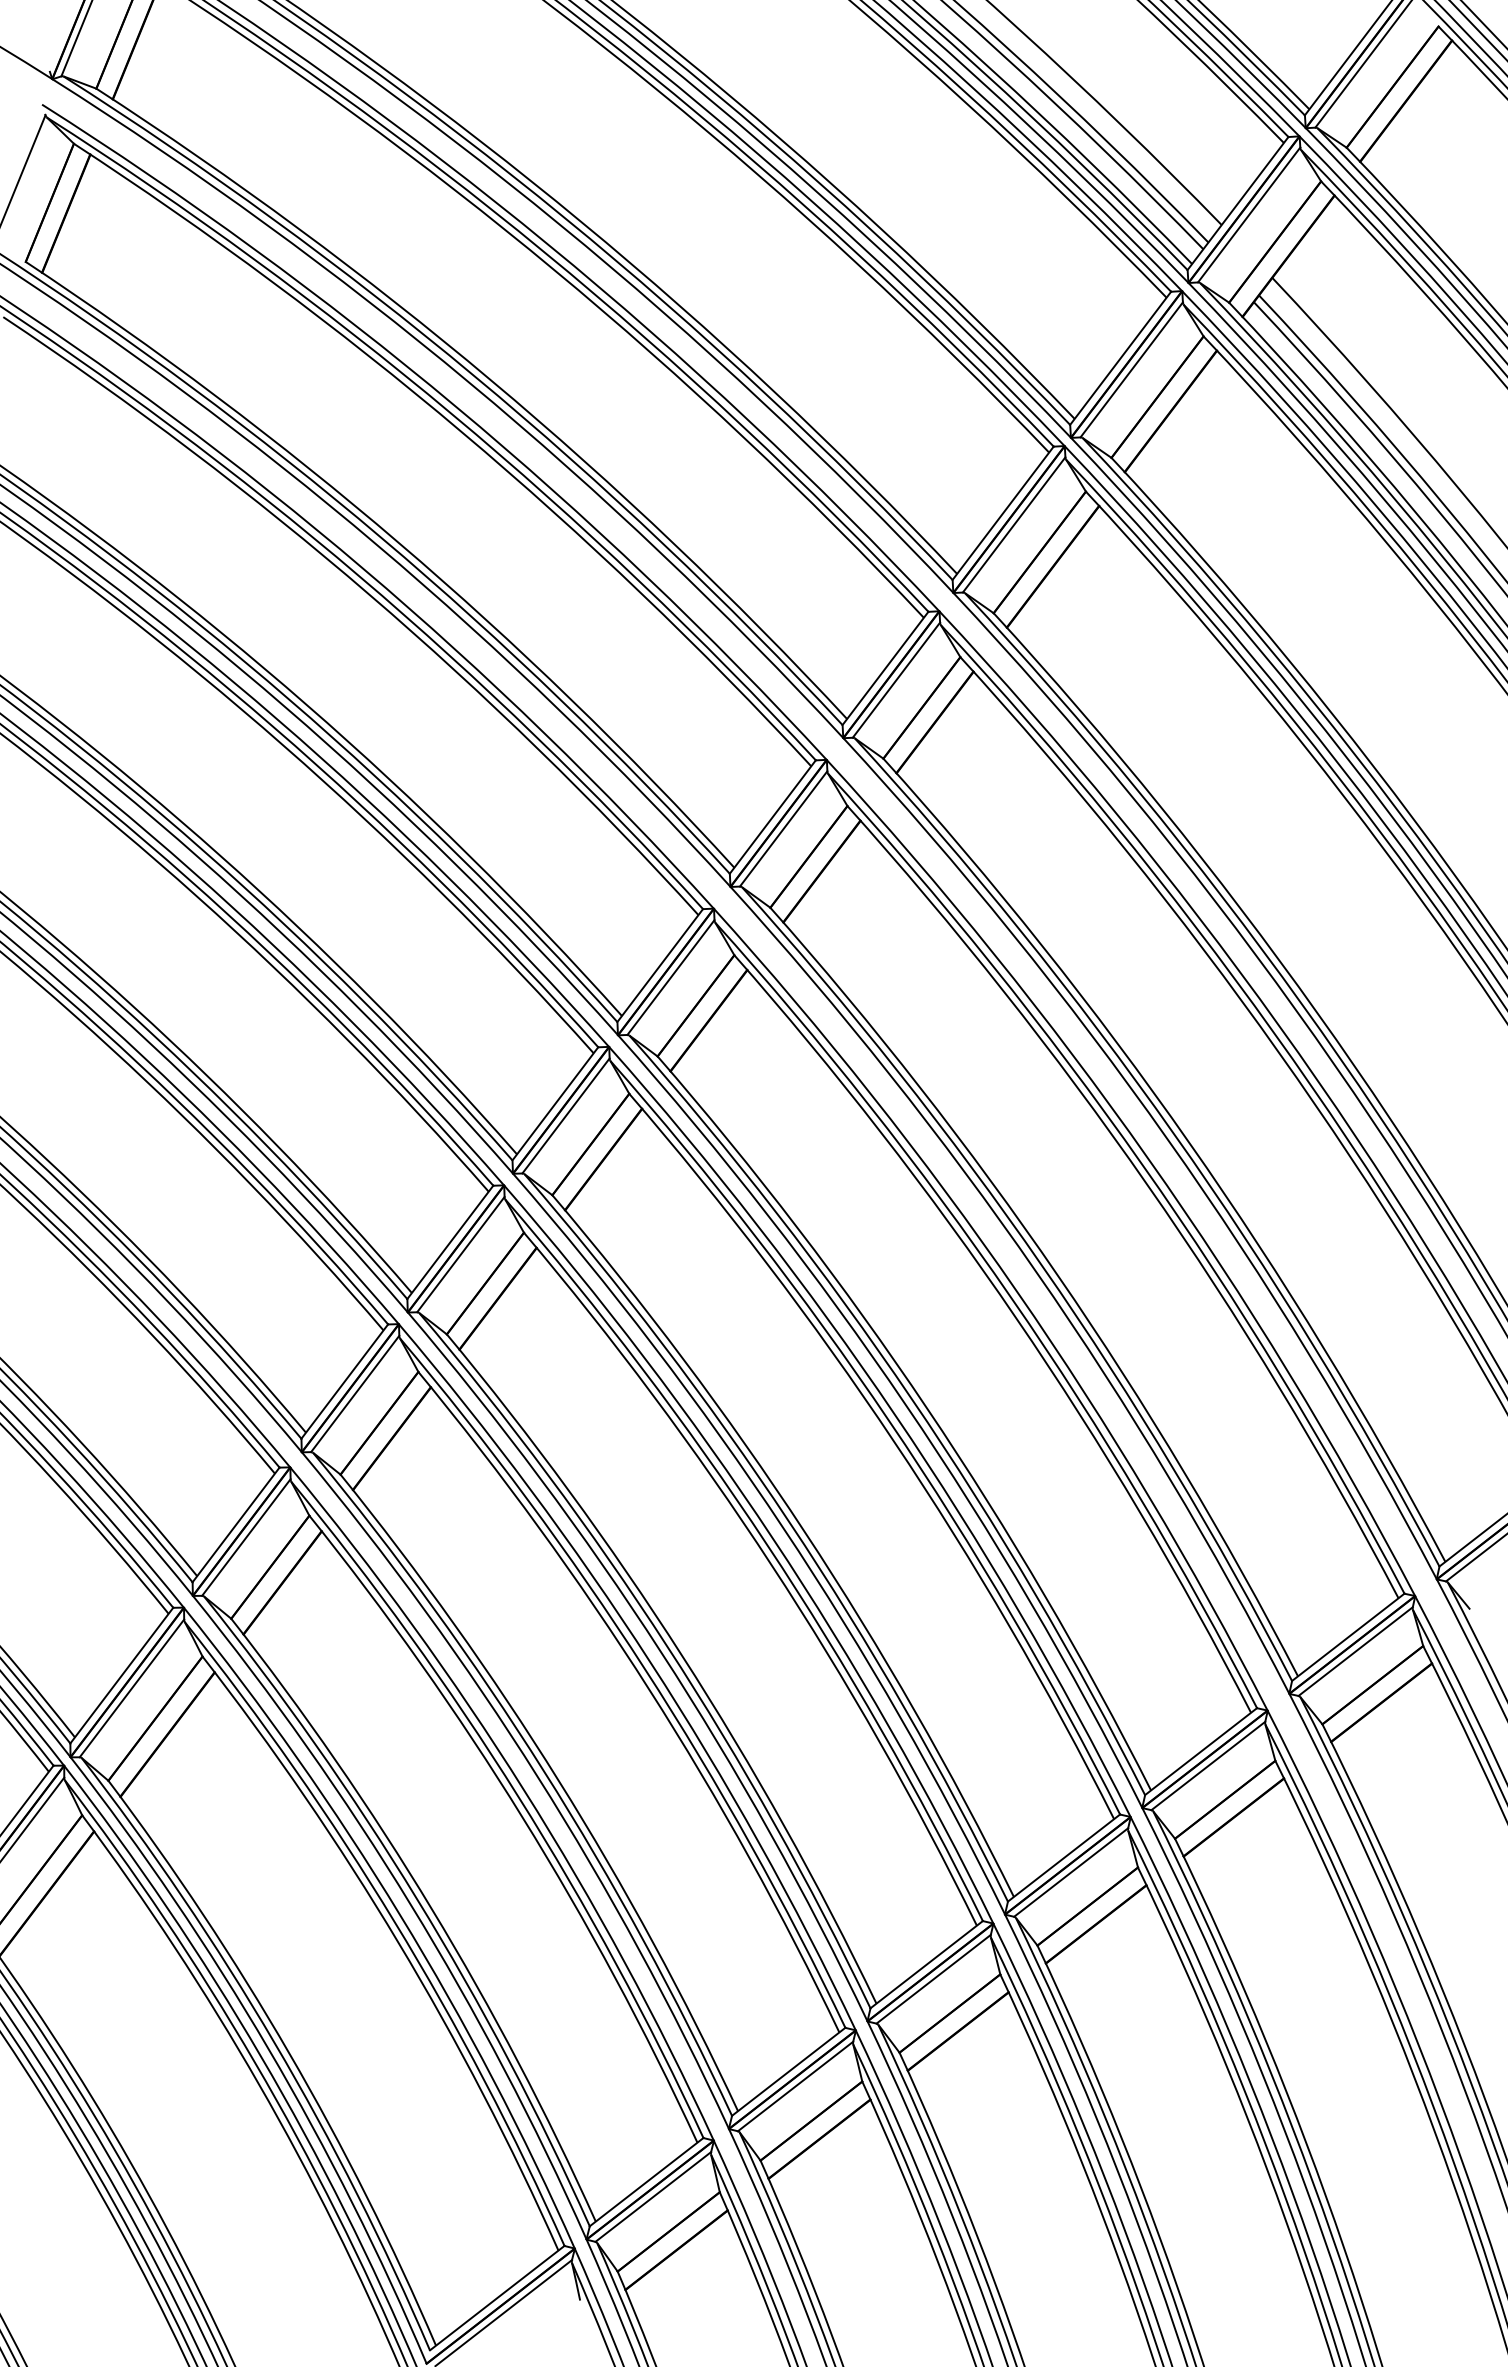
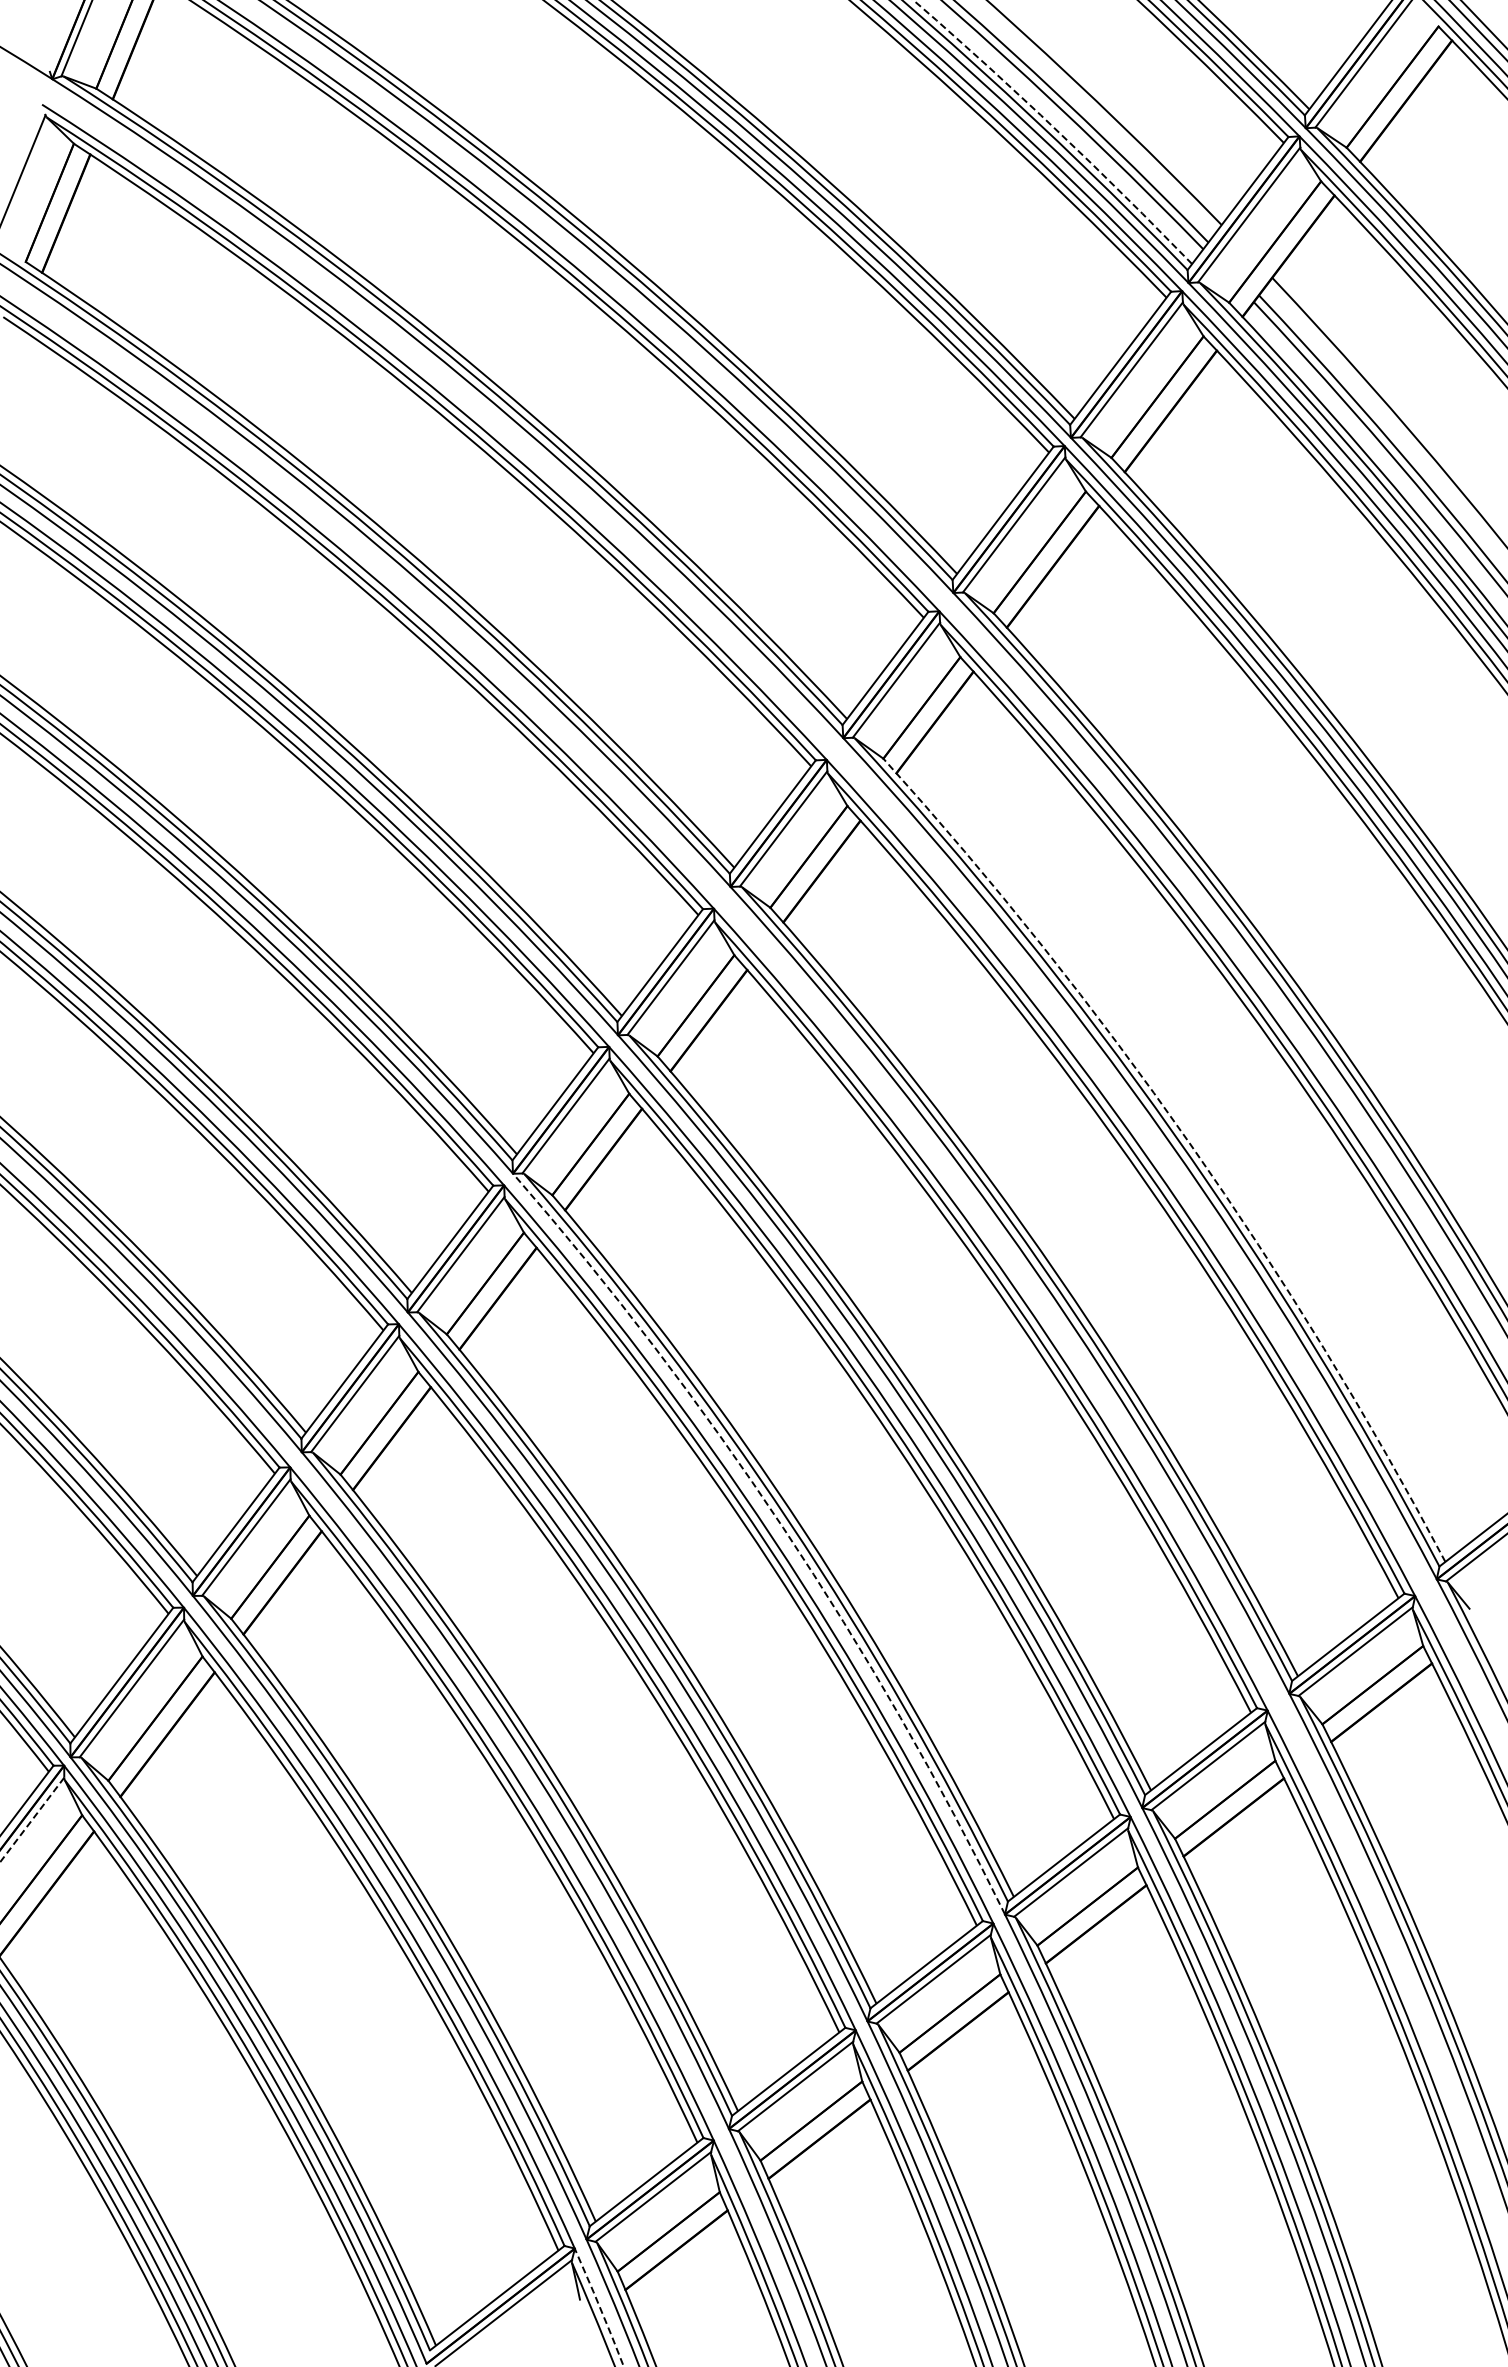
arc at (1054, 128): solid -> dashed
arc at (1189, 1142): solid -> dashed
arc at (783, 1528): solid -> dashed
line at (32, 1819): solid -> dashed
arc at (599, 2307): solid -> dashed
